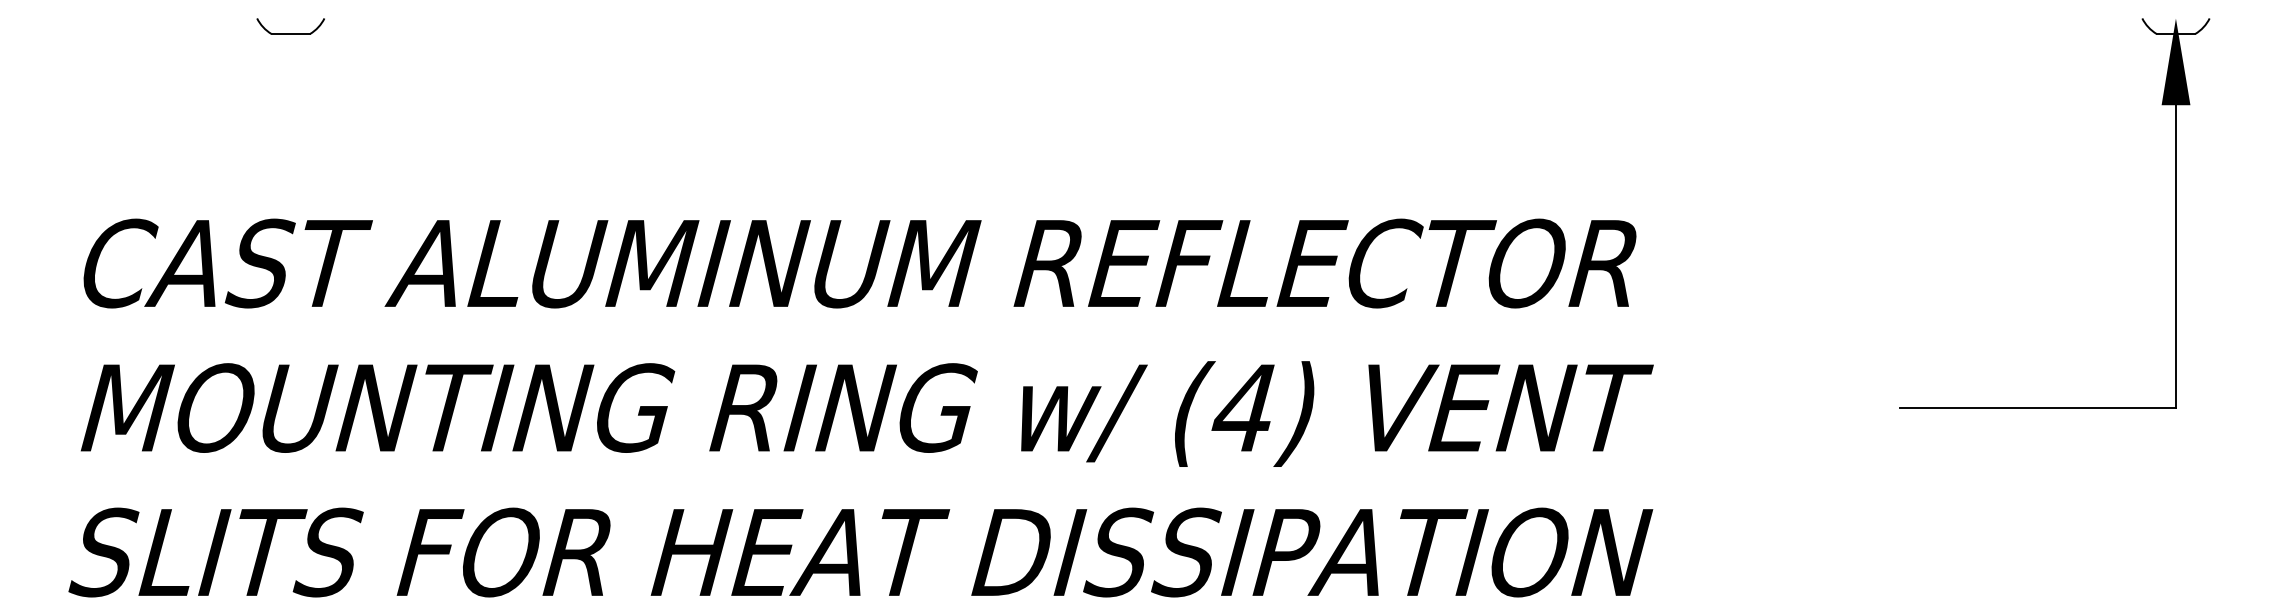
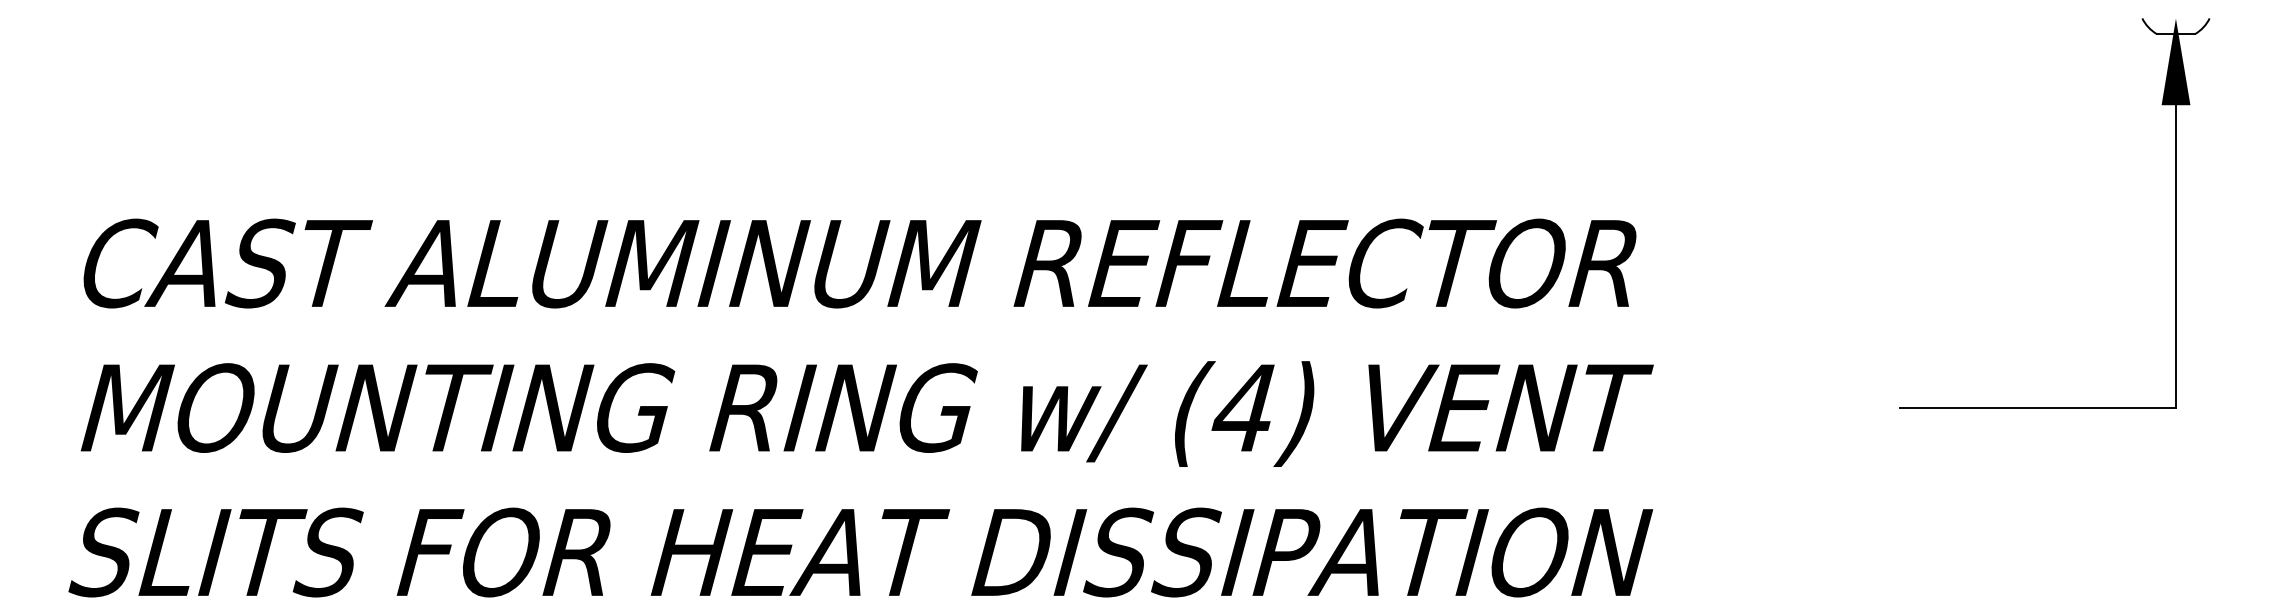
part at (290, 33): present -> none
